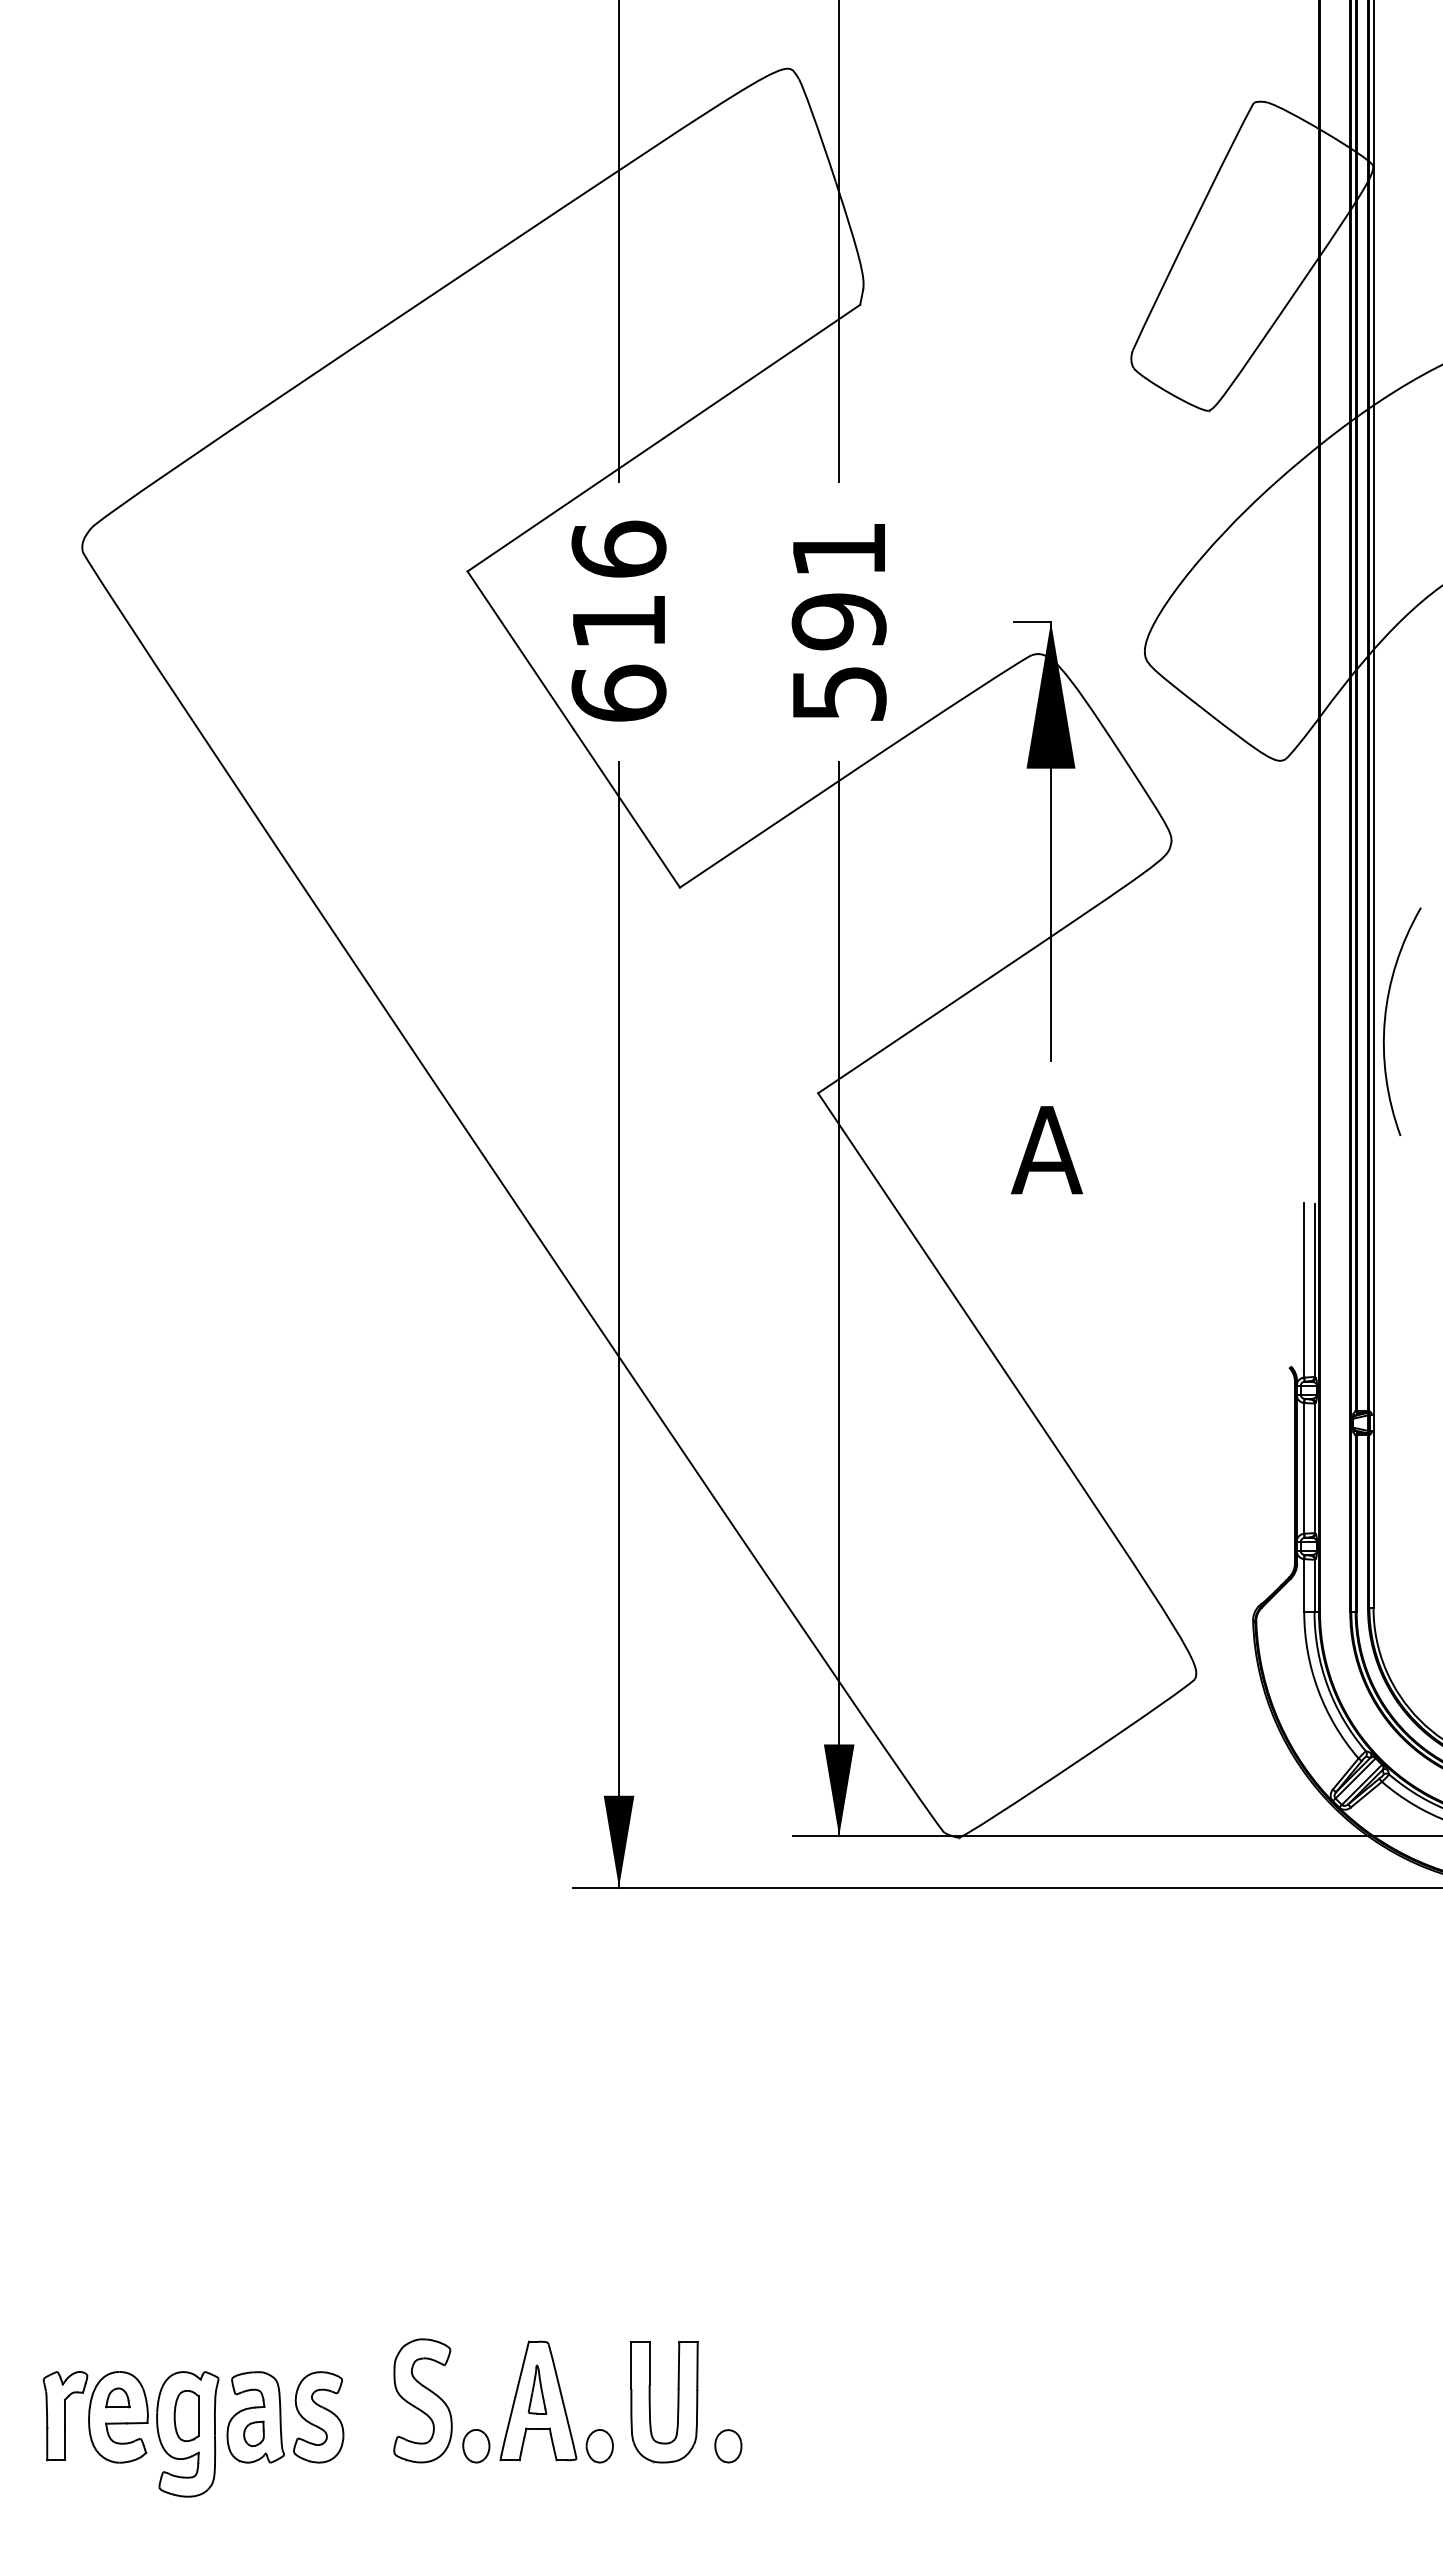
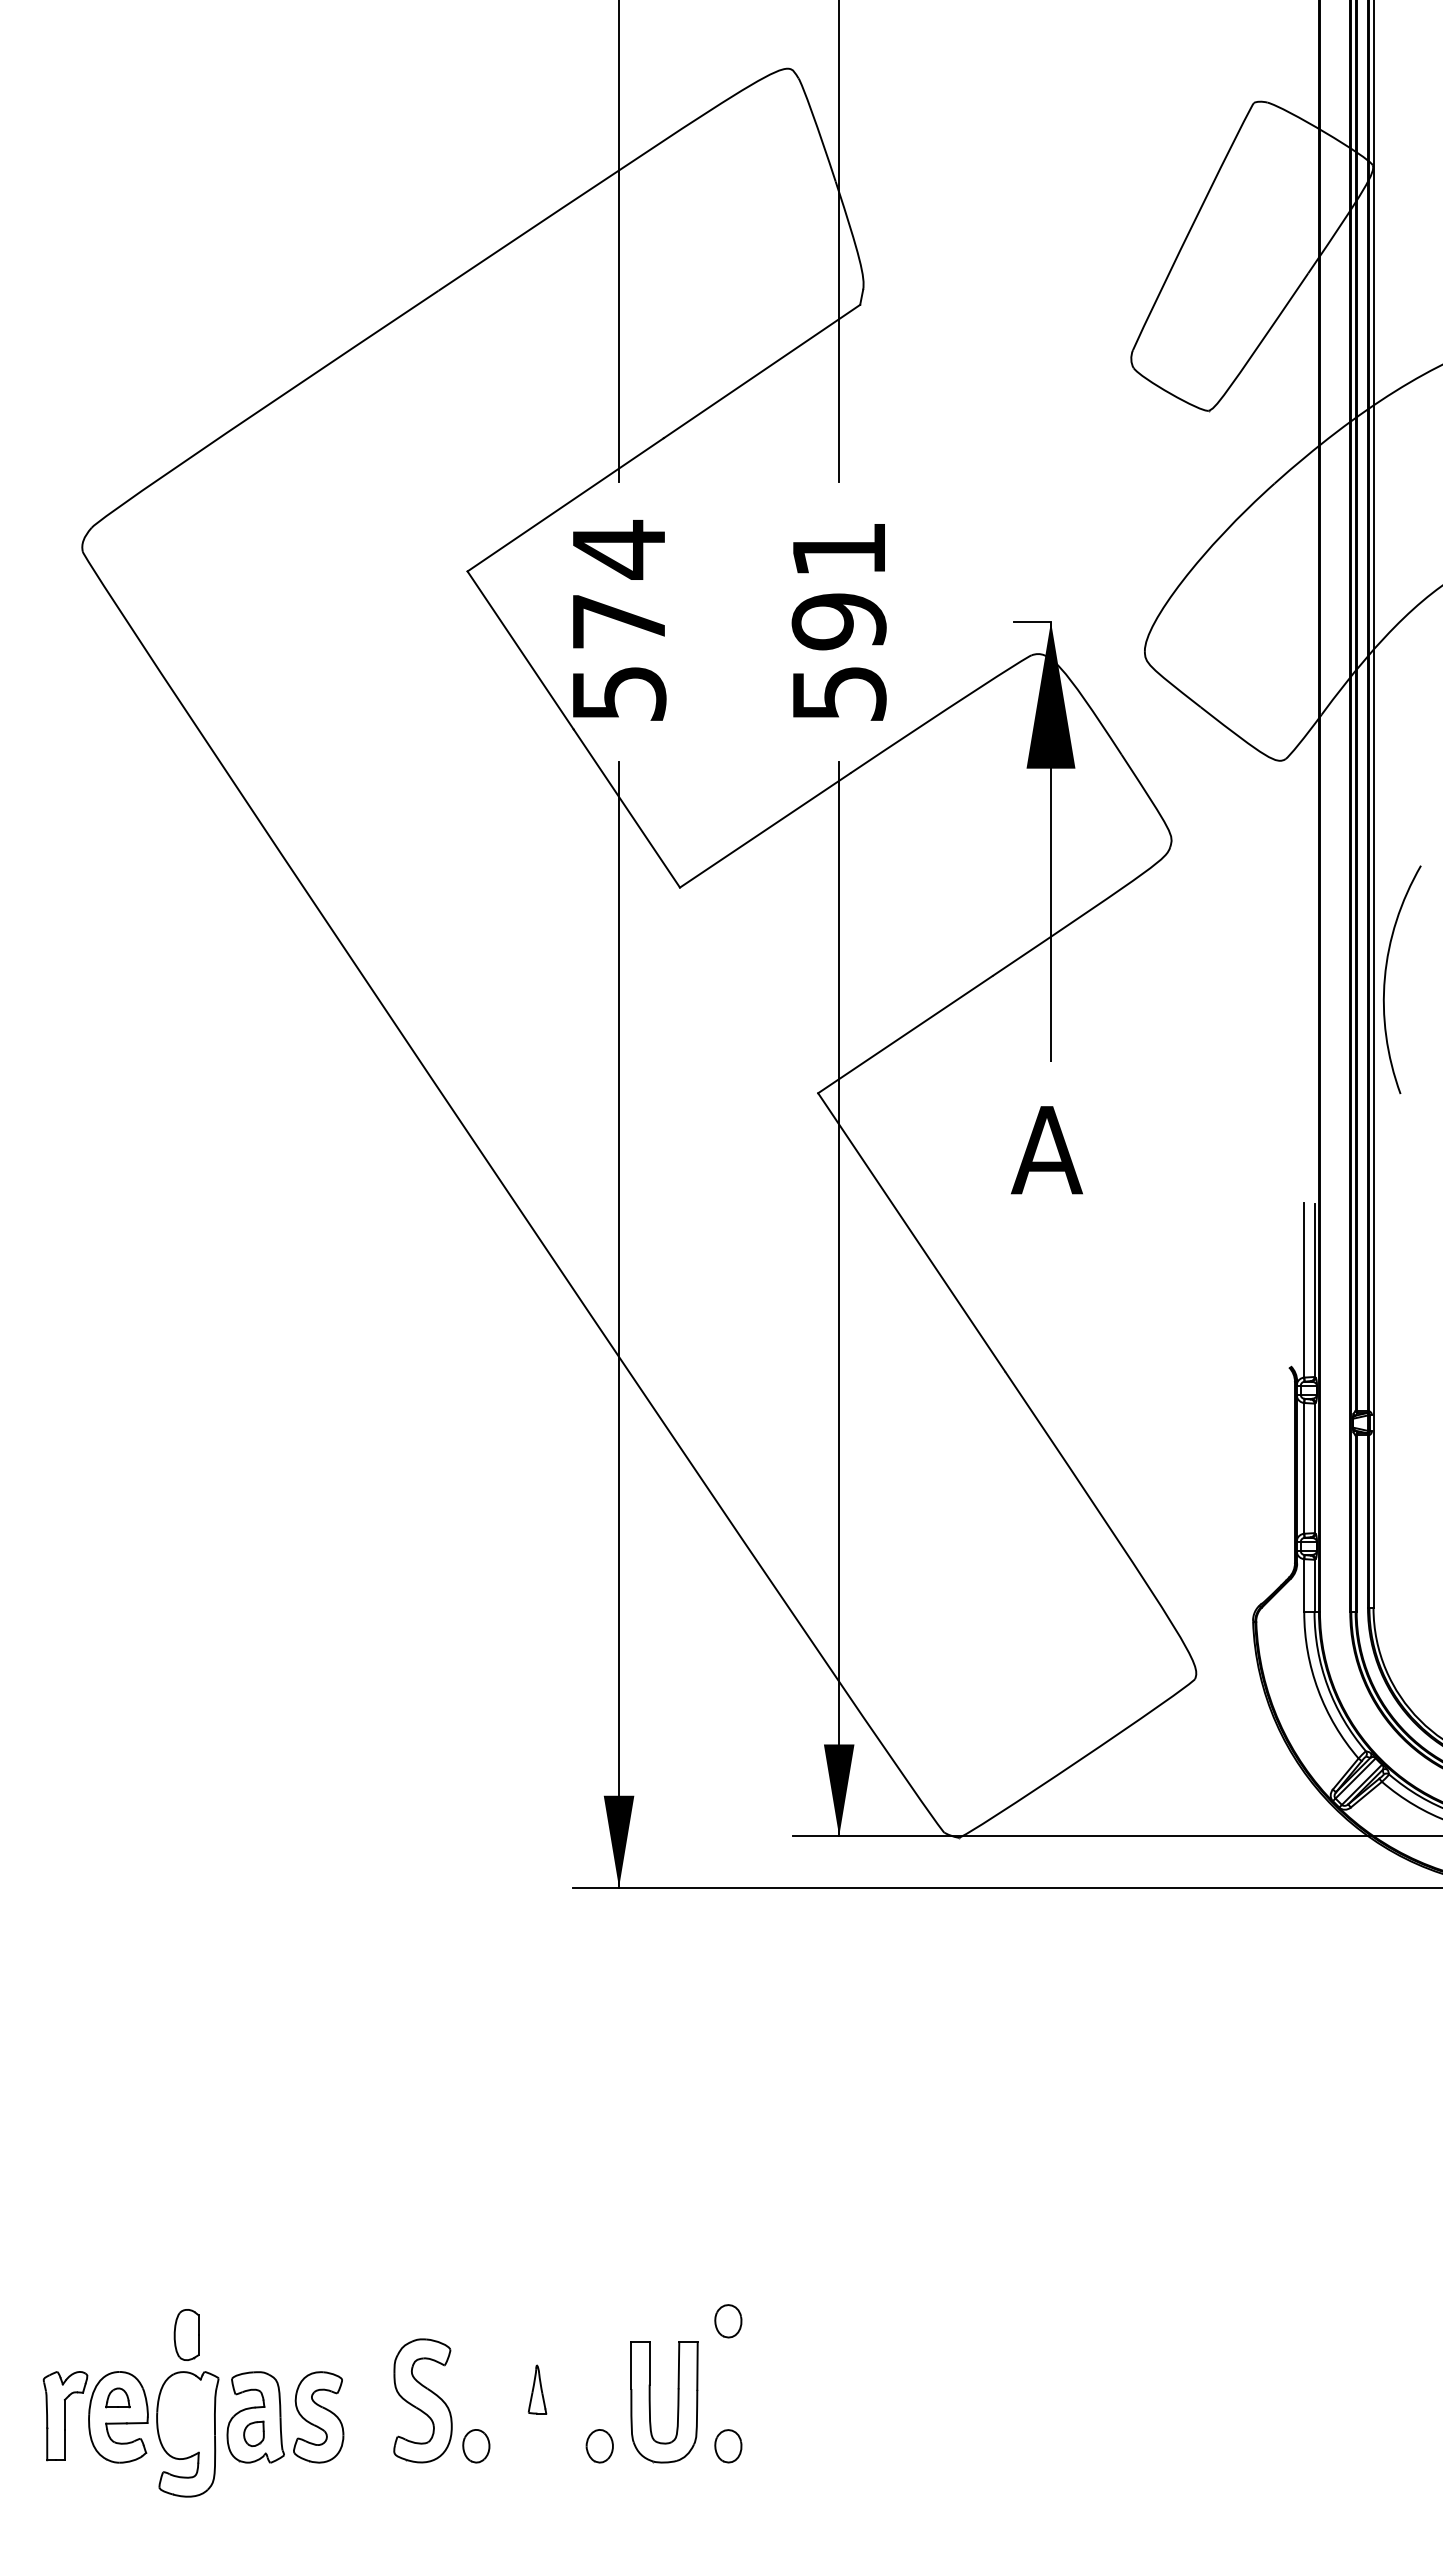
text at (618, 620): 616 -> 574
curve at (1386, 1017) position: (1386, 1017) -> (1386, 975)
part at (728, 2321): none -> present
part at (538, 2400): present -> none
part at (186, 2415) position: (186, 2415) -> (186, 2334)
